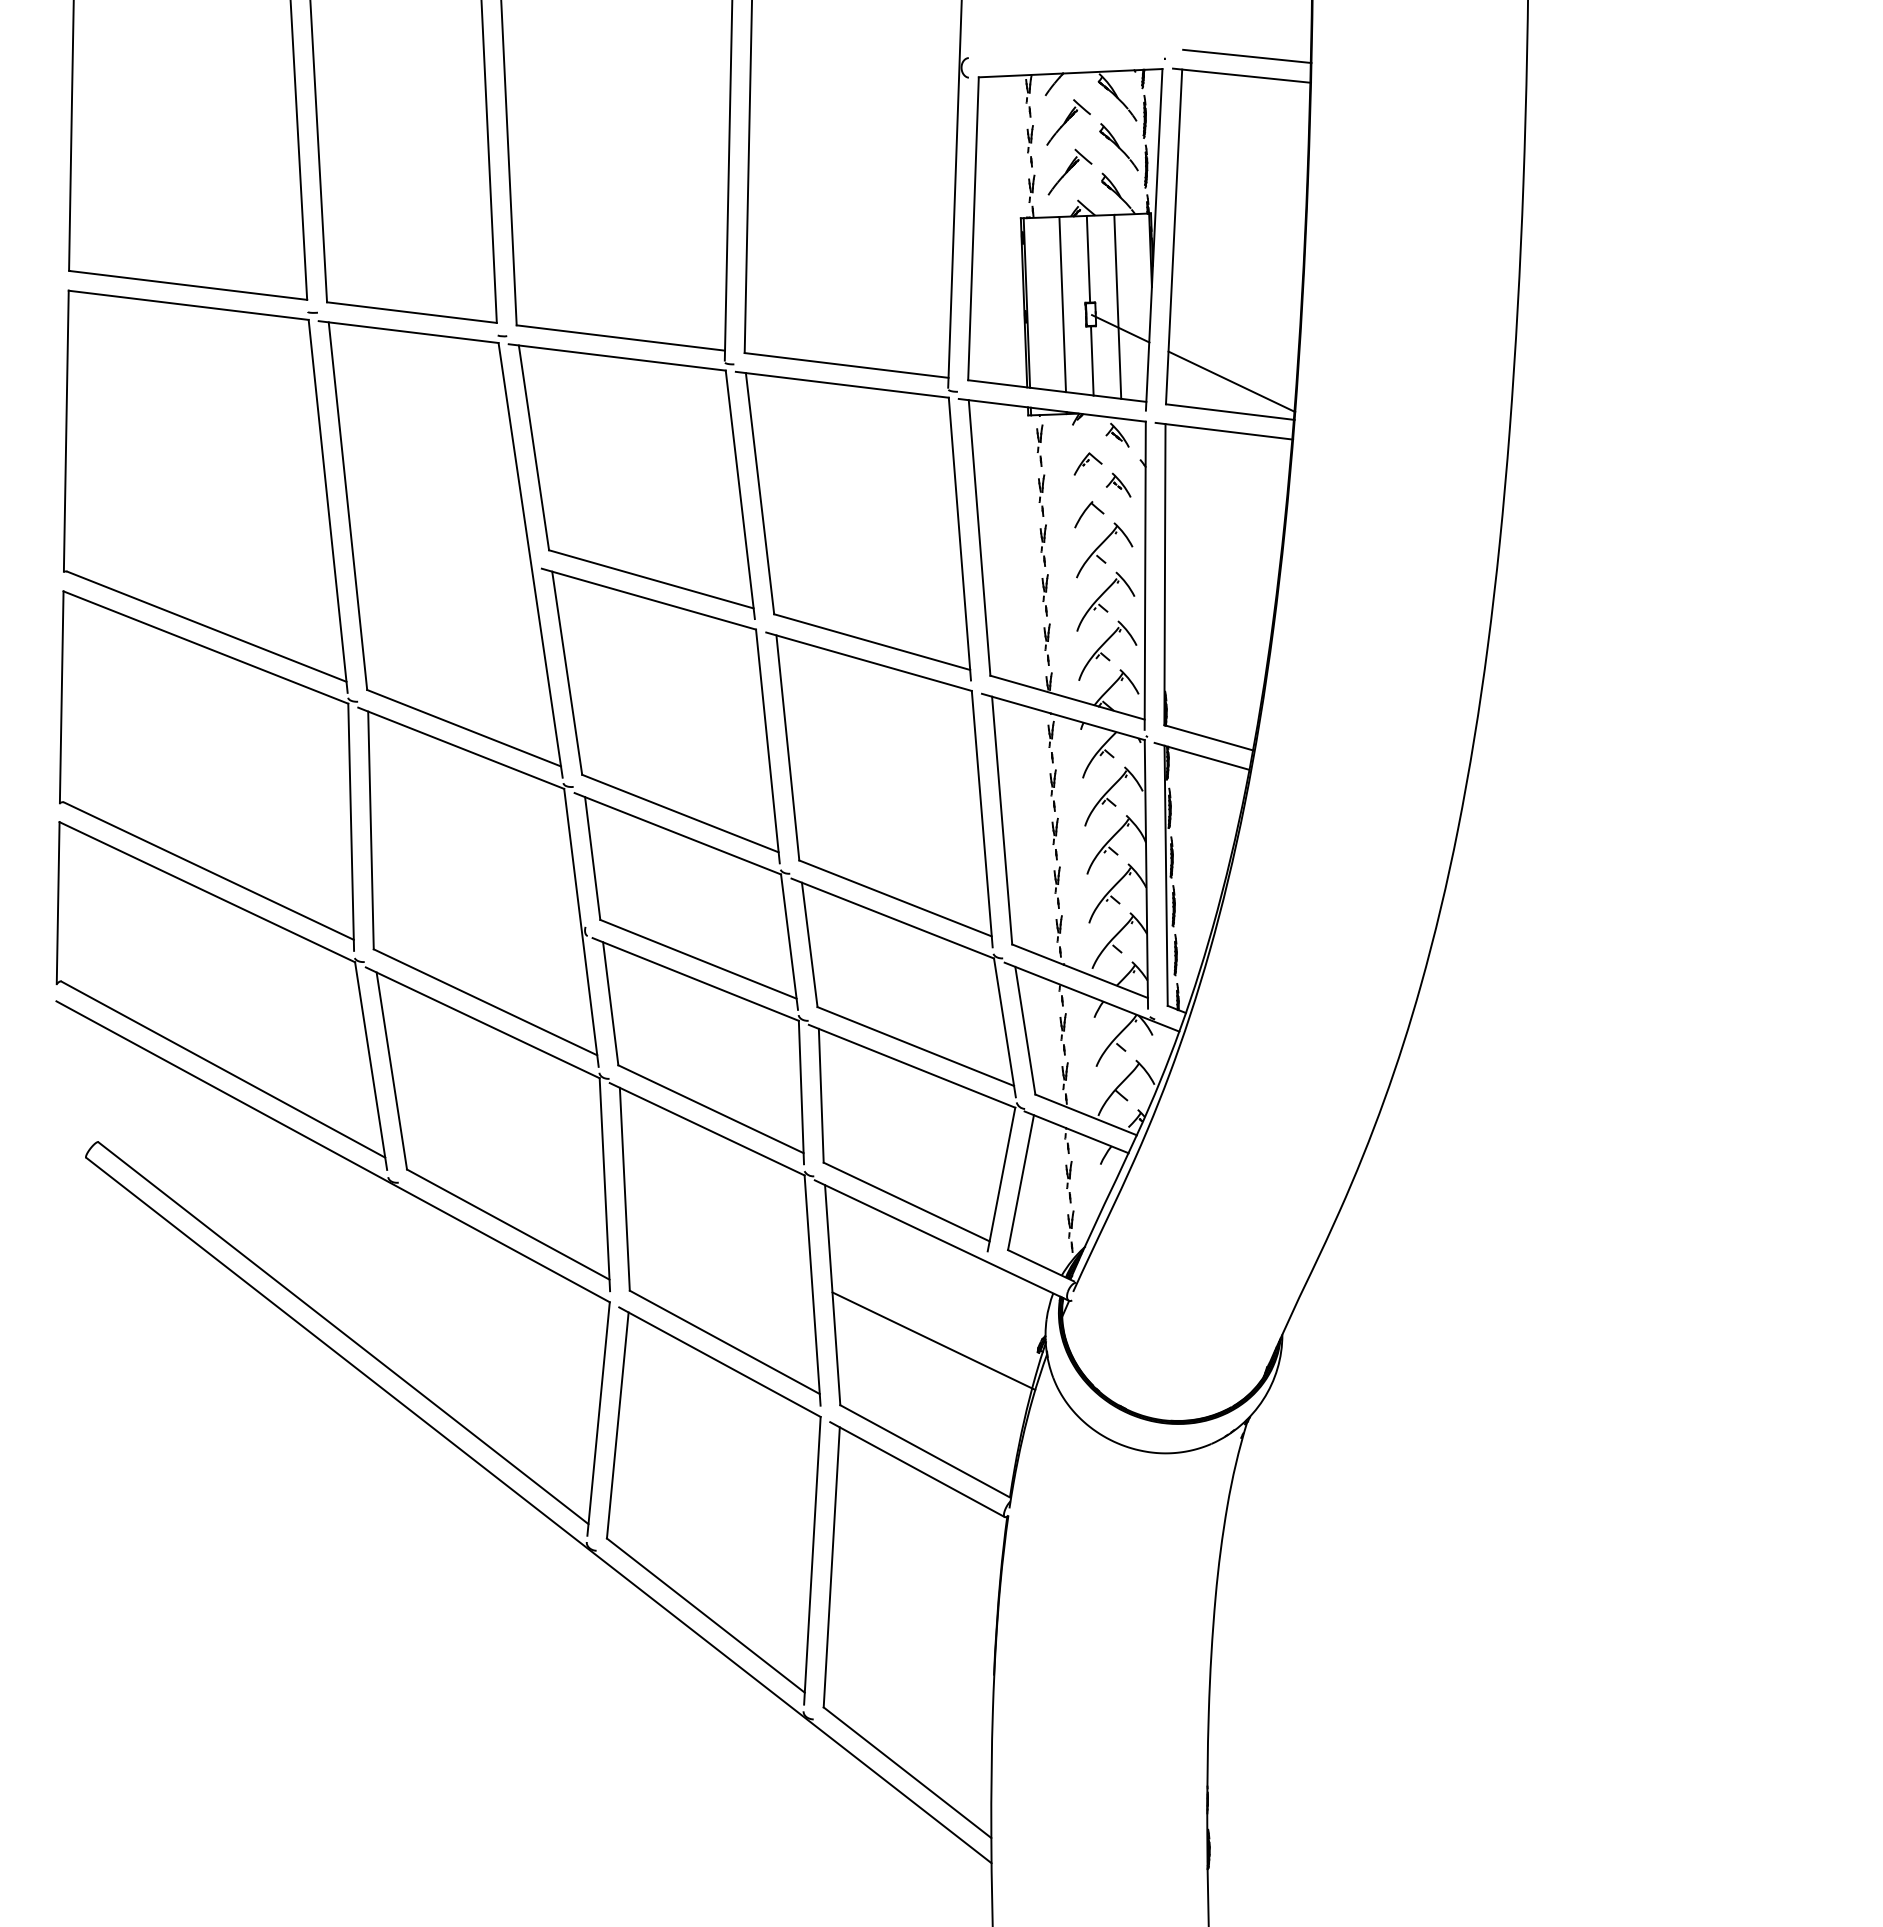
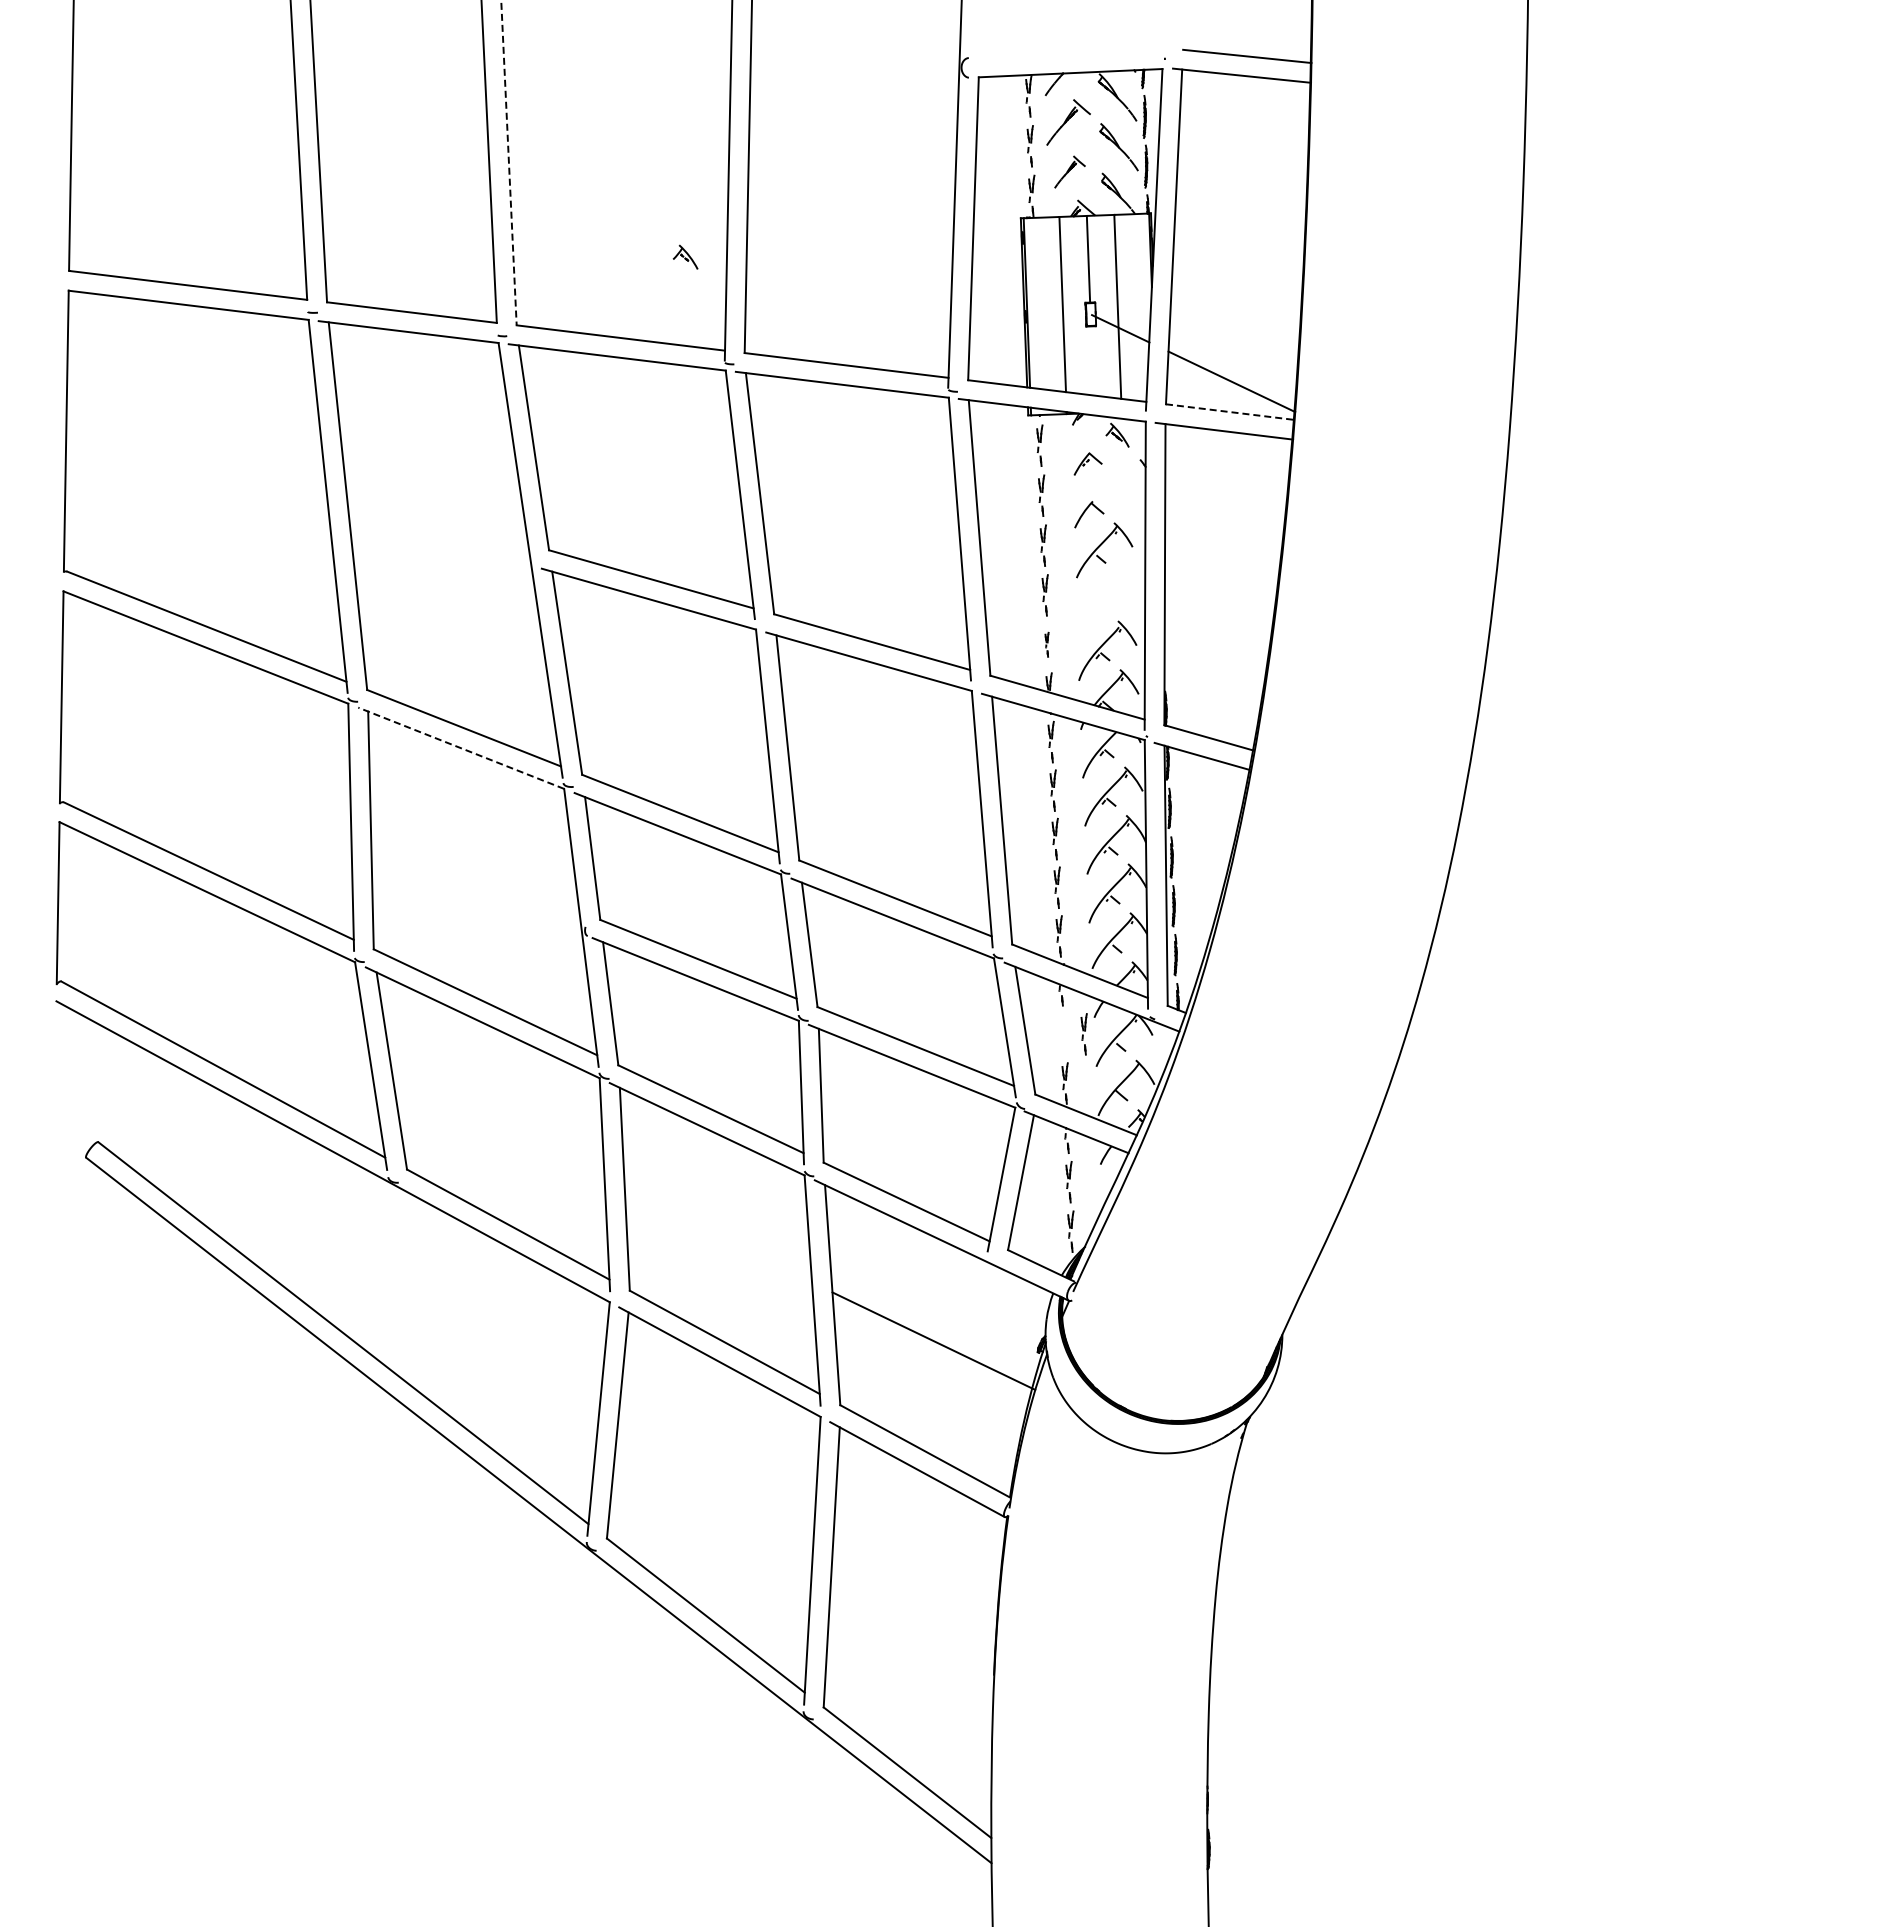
line at (509, 163): solid -> dashed
part at (1069, 171) size: 46x48 px -> 32x34 px
line at (1092, 360): present -> none
line at (1230, 412): solid -> dashed
part at (1118, 484) position: (1118, 484) -> (685, 256)
part at (1105, 601): present -> none
part at (1046, 644) size: 8x43 px -> 6x27 px
line at (461, 748): solid -> dashed
part at (1062, 1034) position: (1062, 1034) -> (1083, 1034)
